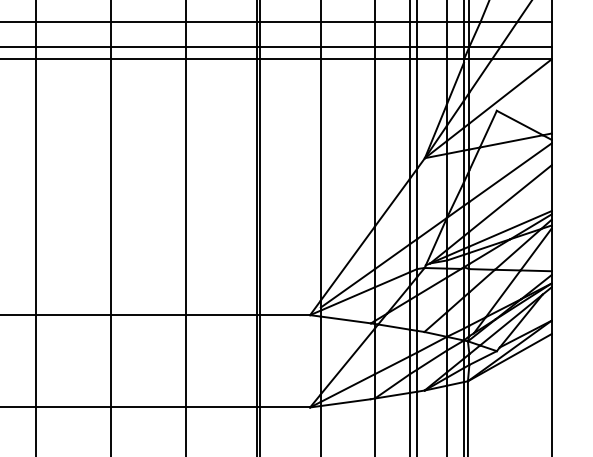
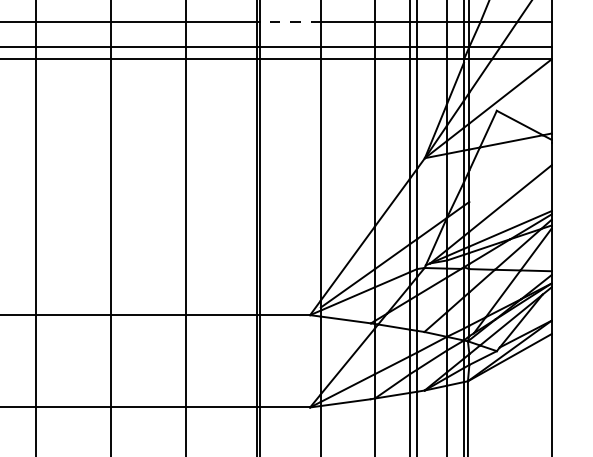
line at (290, 22): solid -> dashed
line at (510, 172): present -> none
